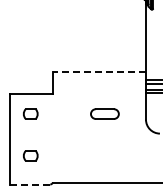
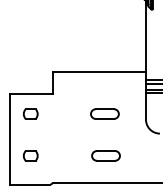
line at (99, 71): dashed -> solid
part at (105, 155): none -> present
line at (30, 184): dashed -> solid
